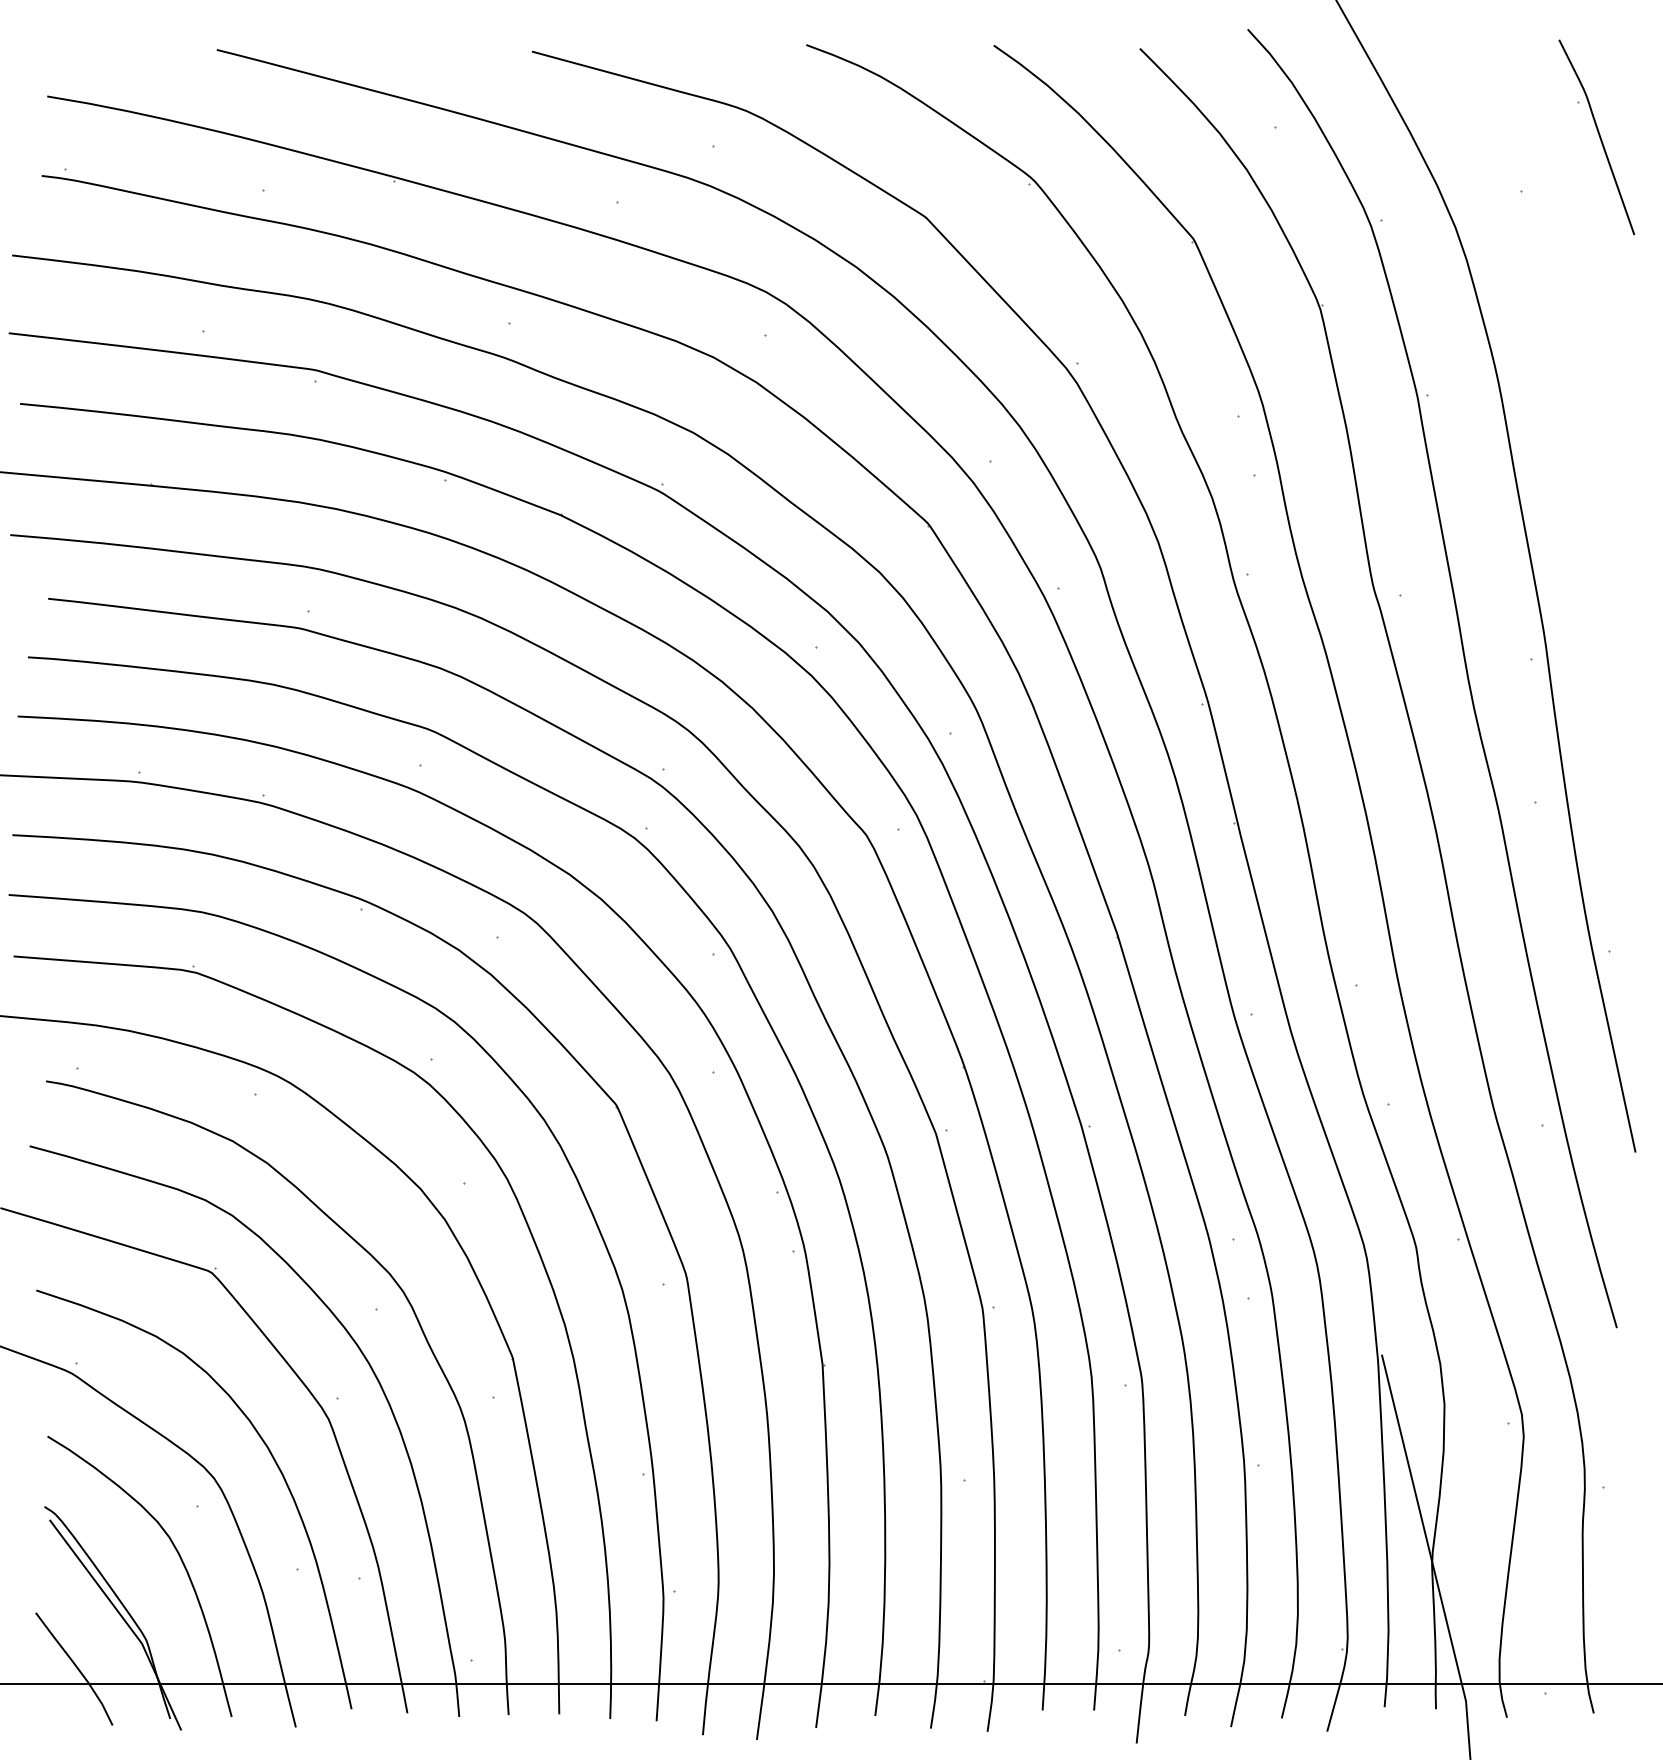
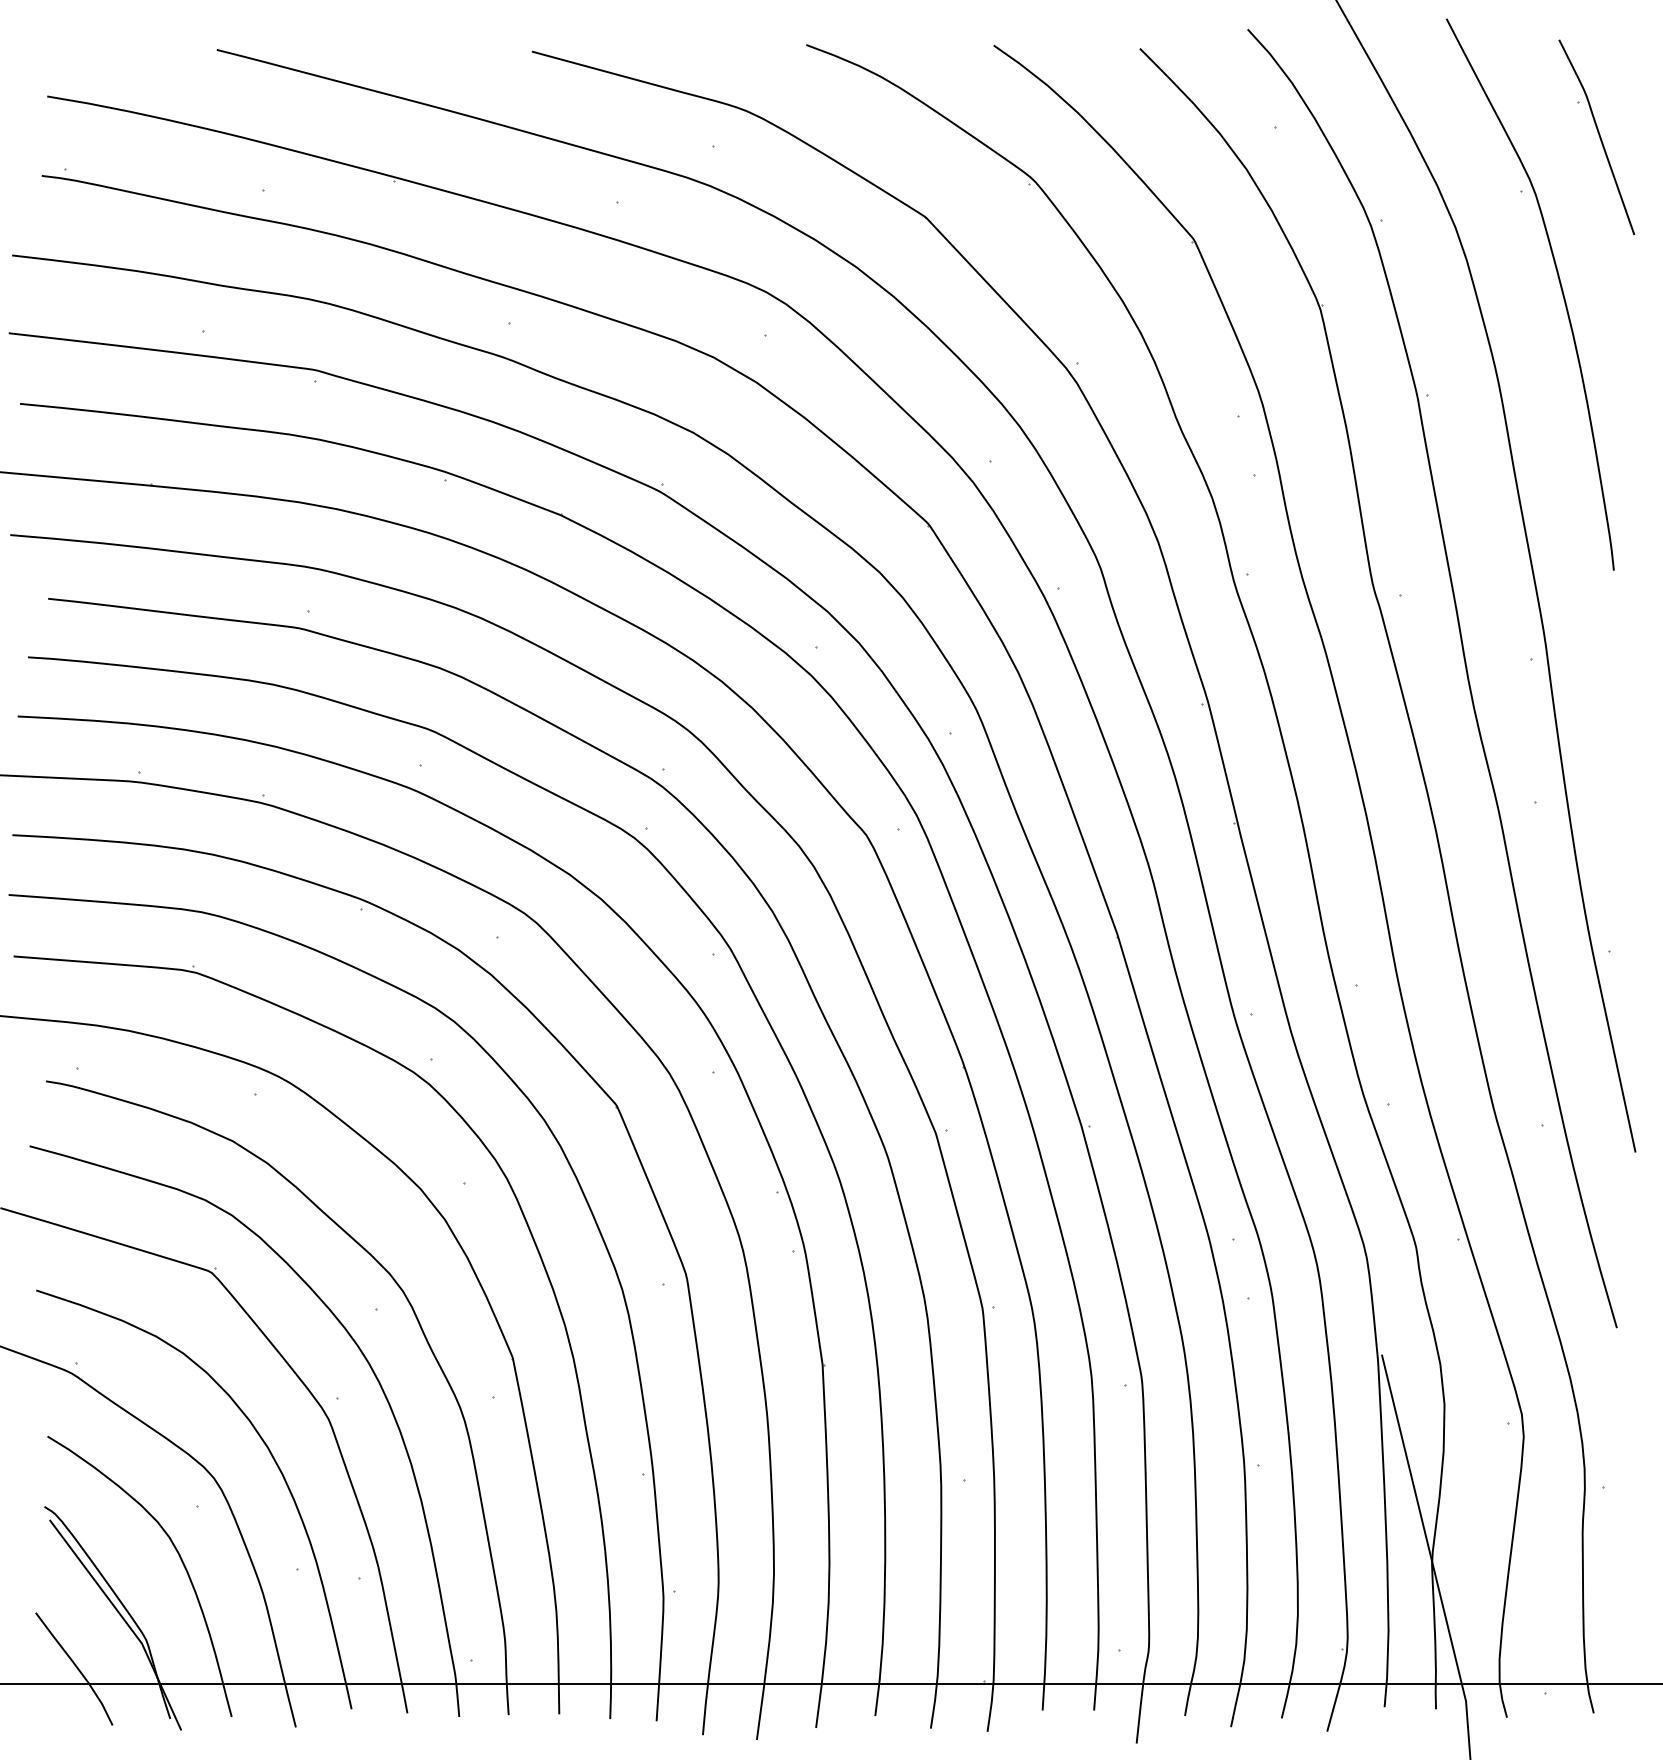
curve at (1560, 288): none -> present
